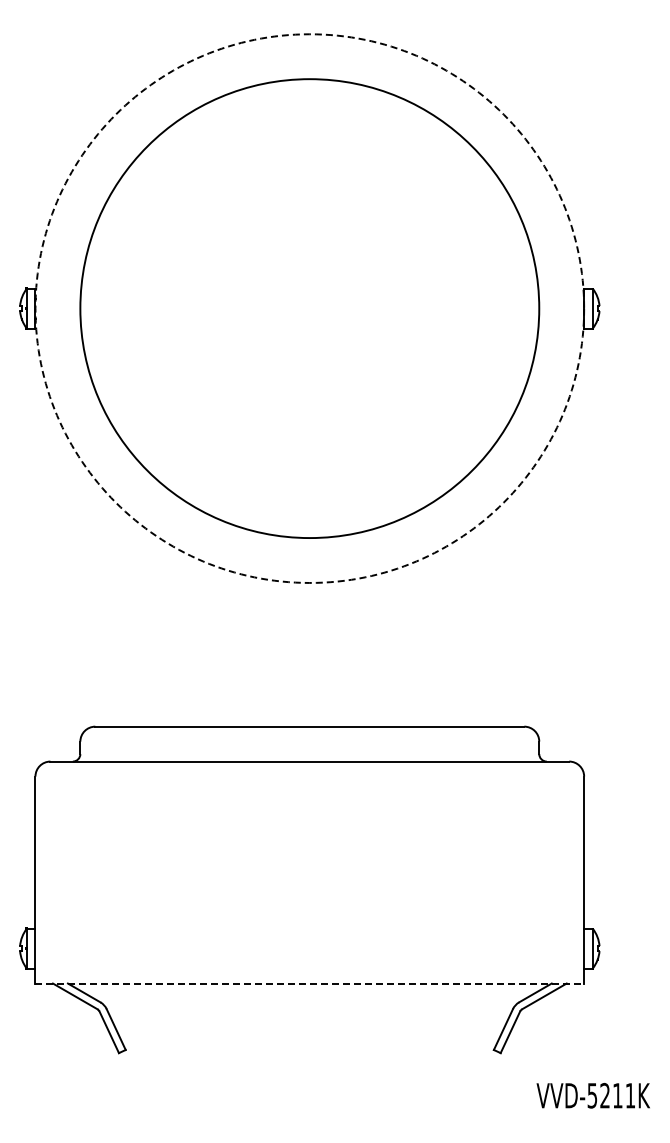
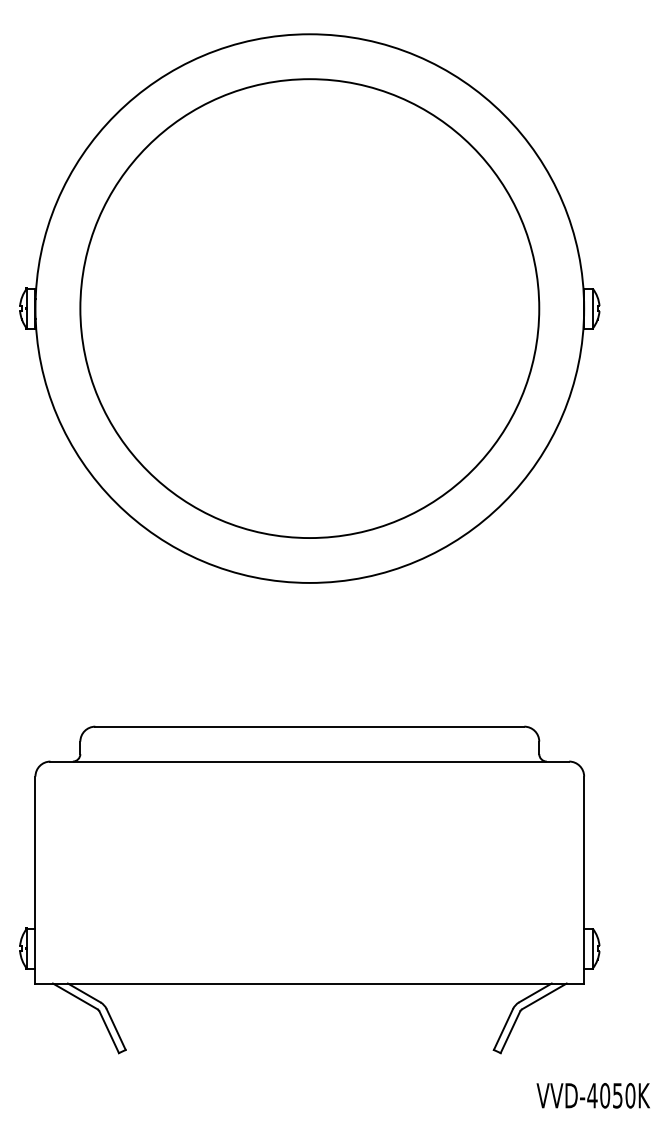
circle at (309, 308): dashed -> solid
line at (310, 983): dashed -> solid
text at (611, 1095): VVD-5211K -> VVD-4050K
